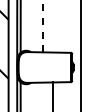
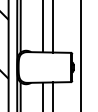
line at (42, 26): dashed -> solid
line at (53, 27): none -> present
line at (42, 95): none -> present
